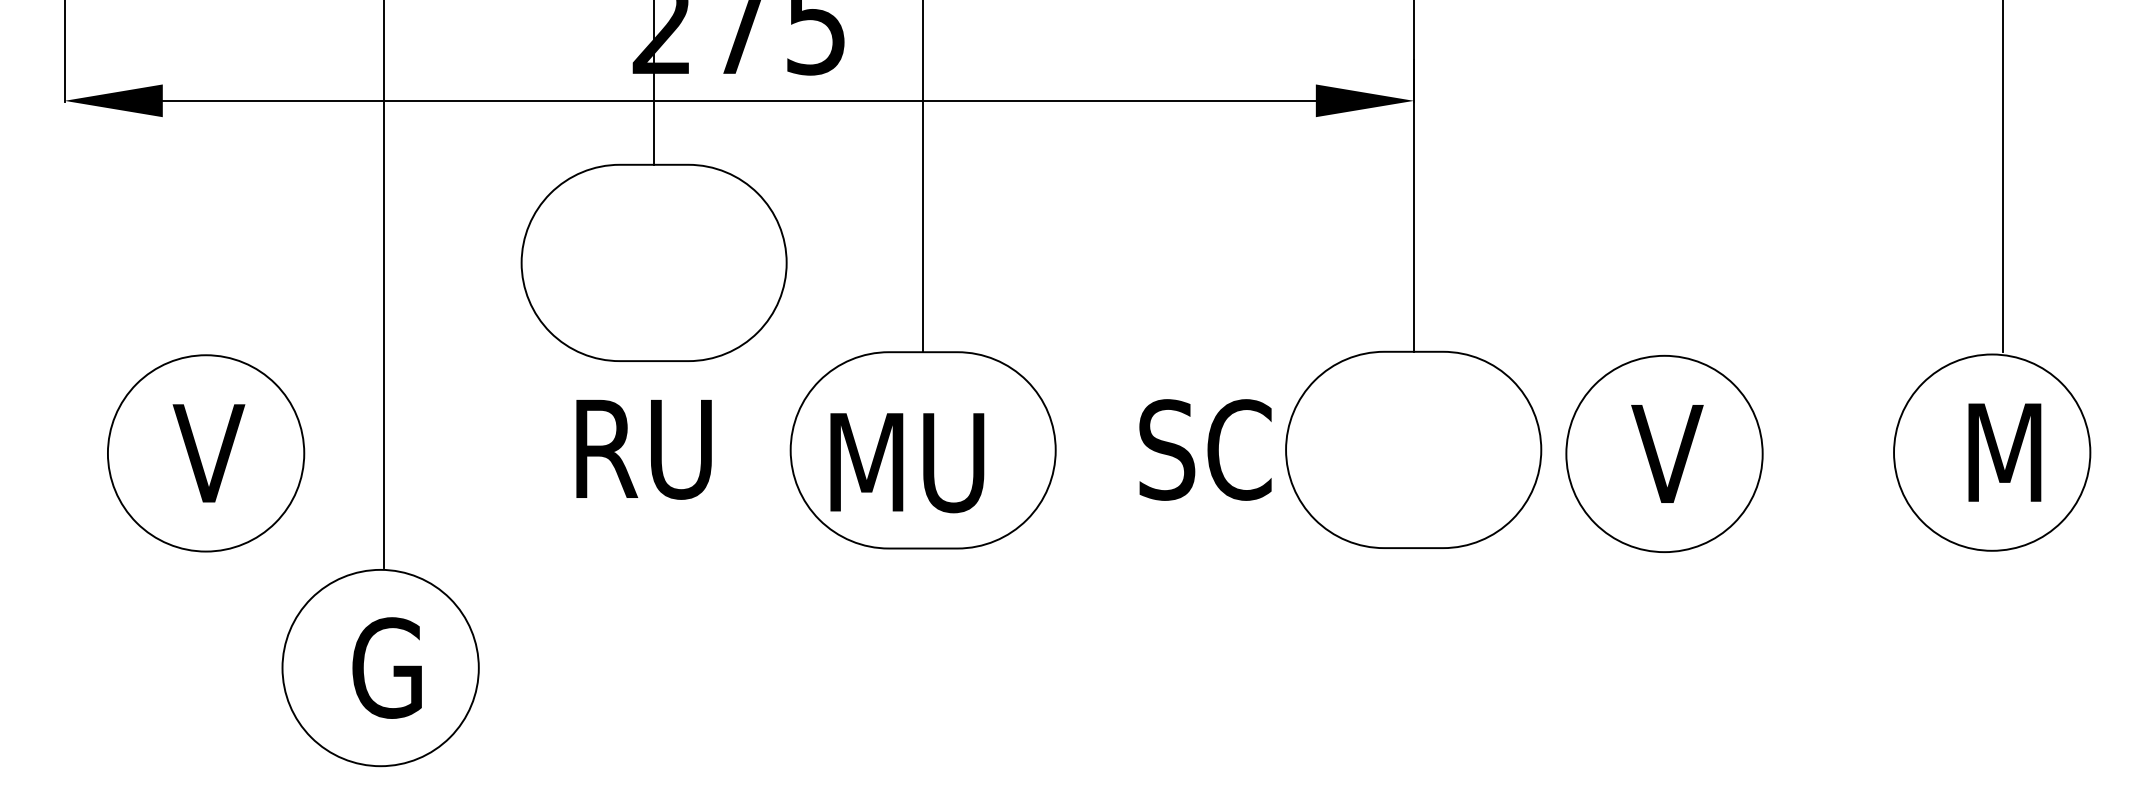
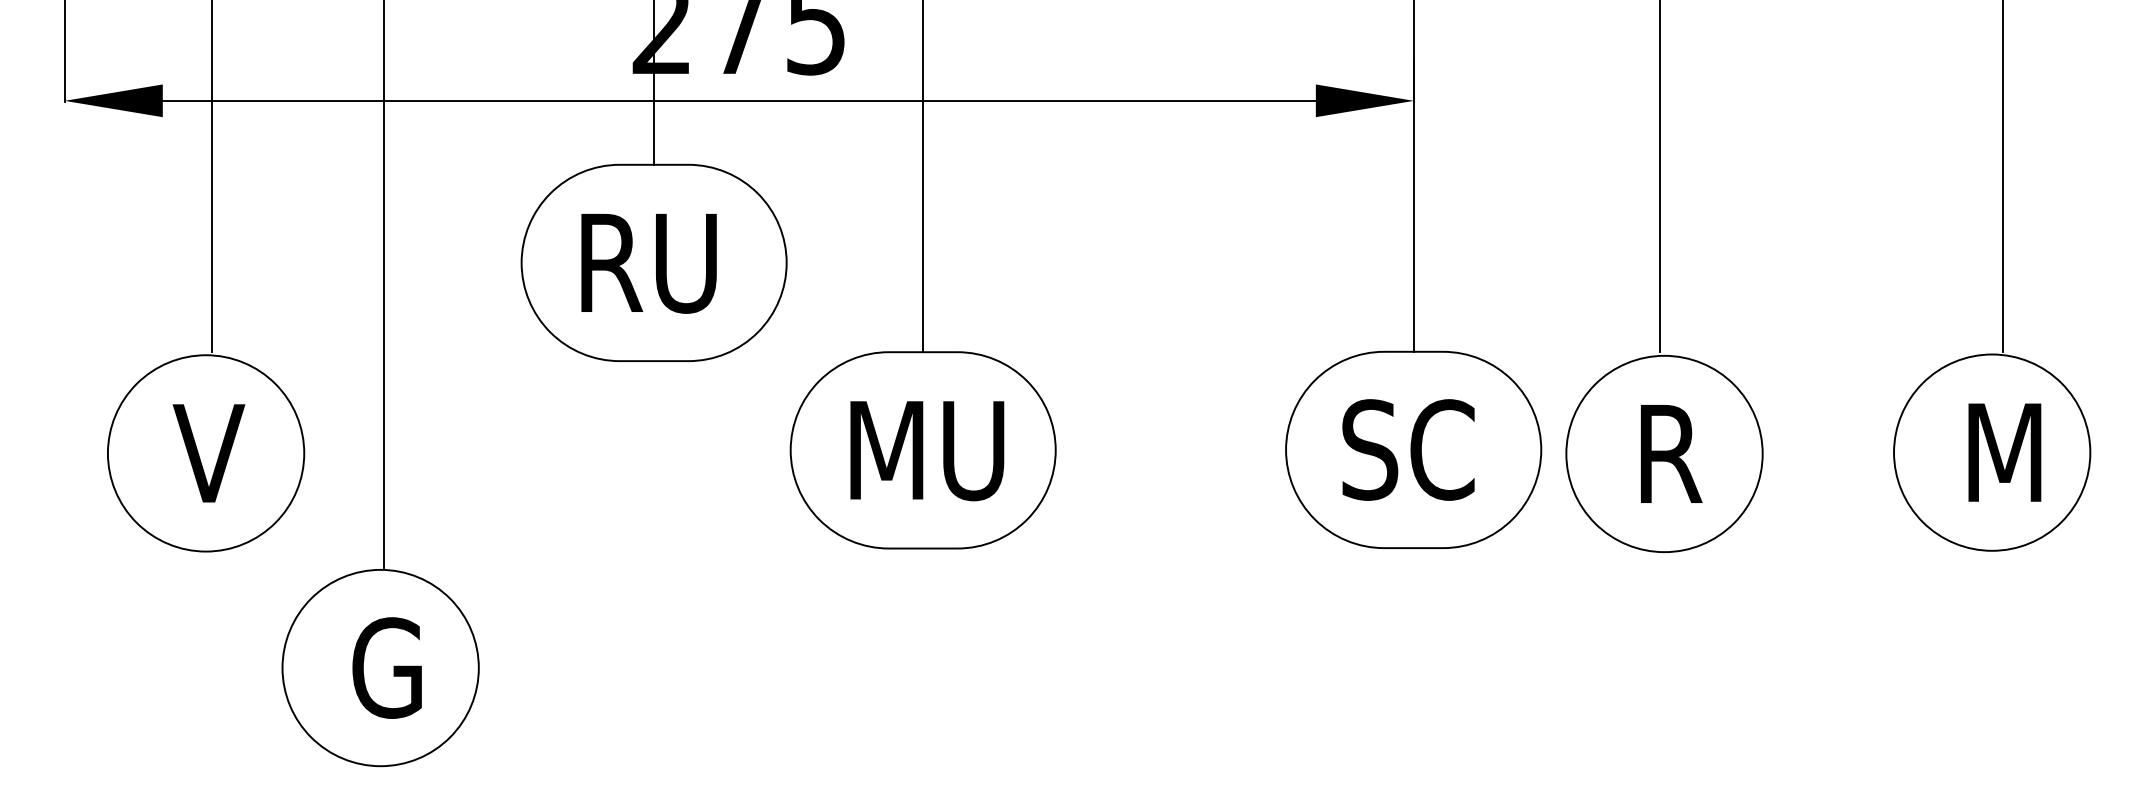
line at (211, 177): none -> present
line at (1659, 177): none -> present
text at (643, 449) position: (643, 449) -> (648, 263)
text at (1205, 449) position: (1205, 449) -> (1408, 449)
text at (1667, 453): V -> R
text at (907, 463) position: (907, 463) -> (927, 451)
